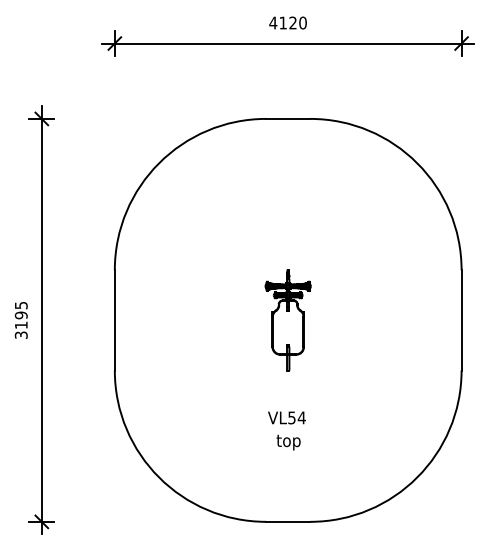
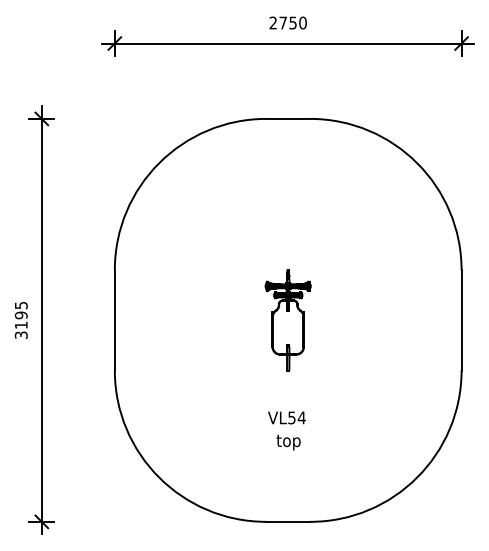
text at (282, 22): 4120 -> 2750
